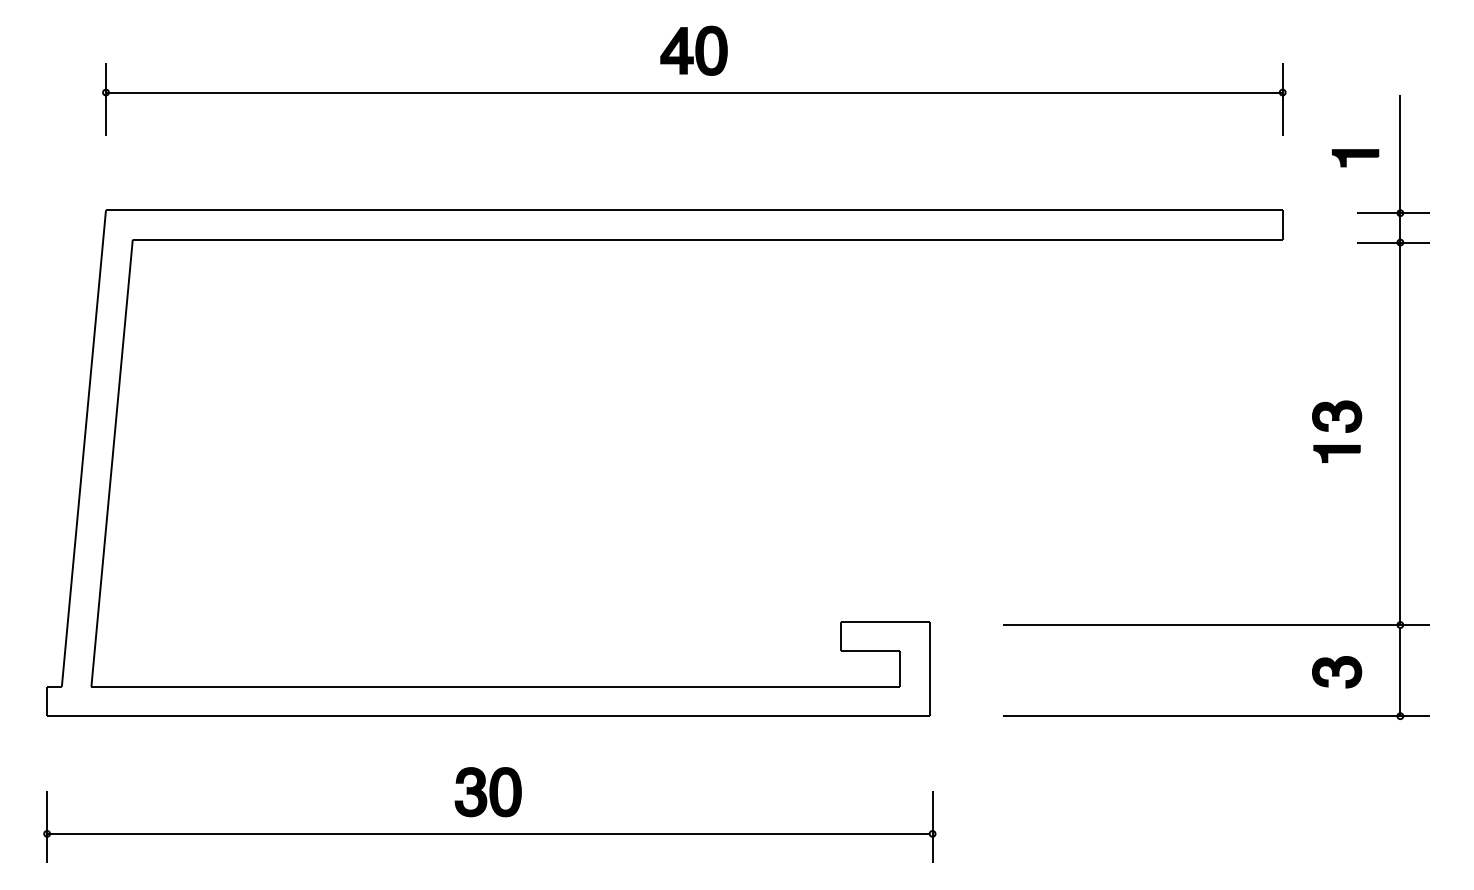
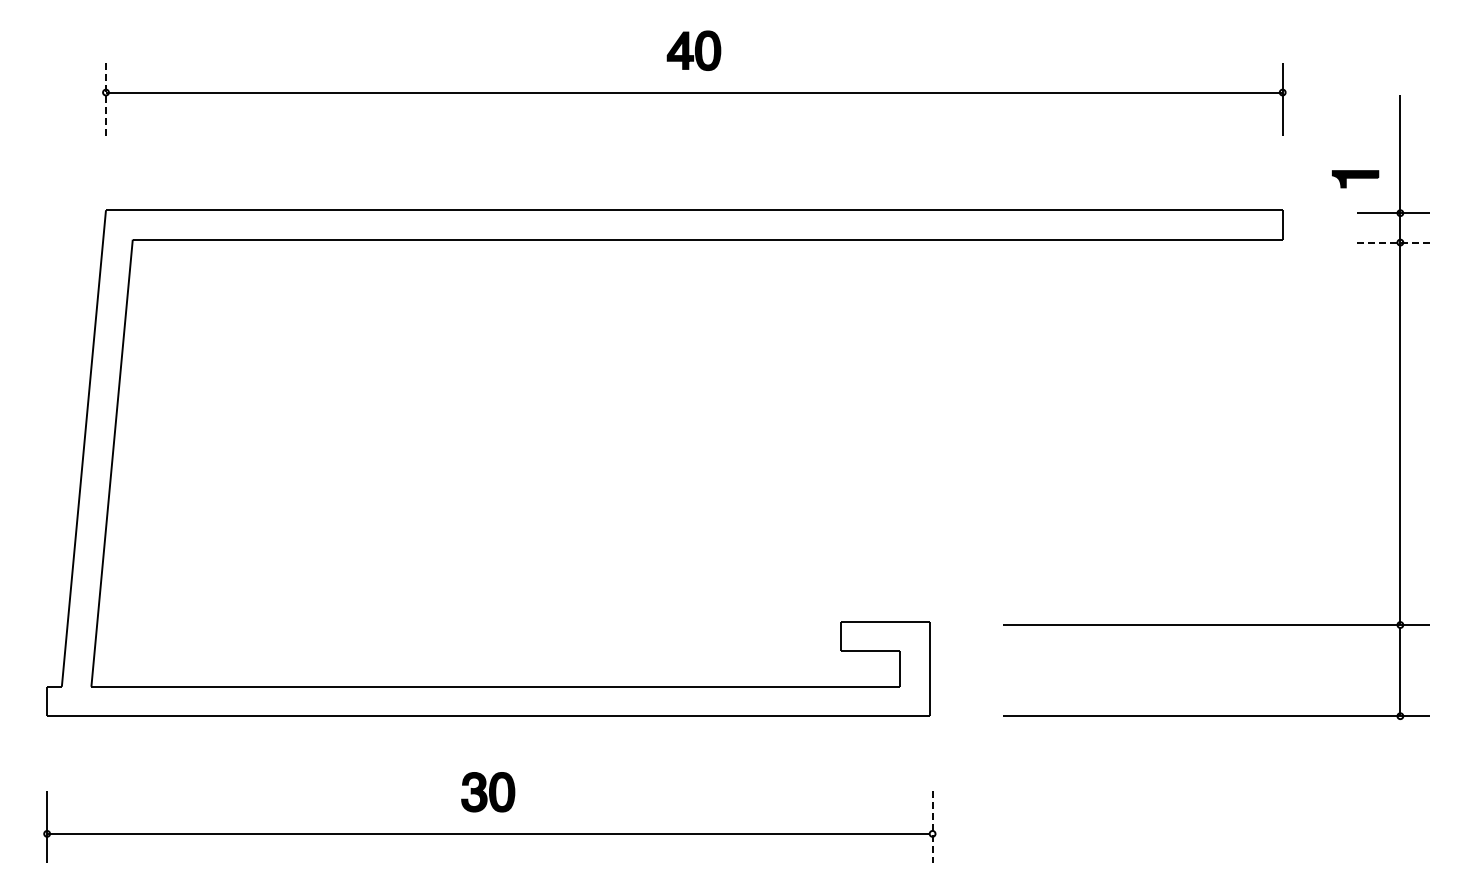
part at (693, 50) size: 68x51 px -> 56x41 px
line at (105, 98): solid -> dashed
part at (1355, 158) position: (1355, 158) -> (1355, 179)
line at (1394, 242): solid -> dashed
part at (1345, 431): present -> none
part at (1337, 672): present -> none
part at (487, 792) size: 68x51 px -> 55x41 px
line at (932, 827): solid -> dashed
